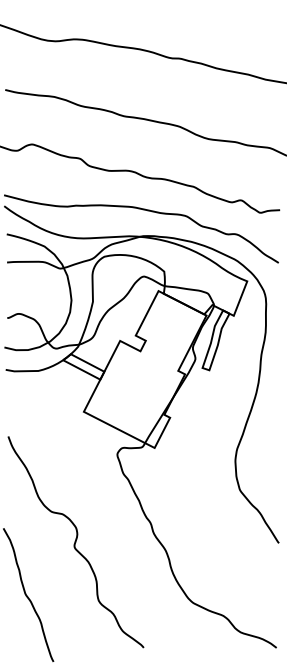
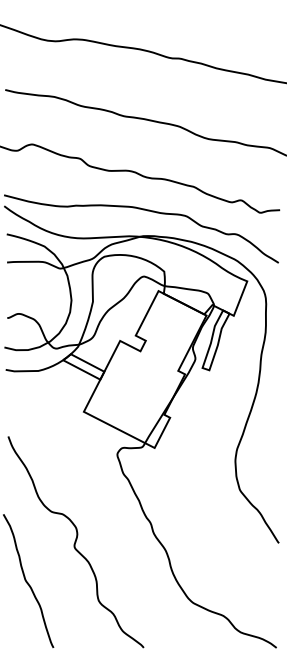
curve at (27, 595) position: (27, 595) -> (27, 581)
